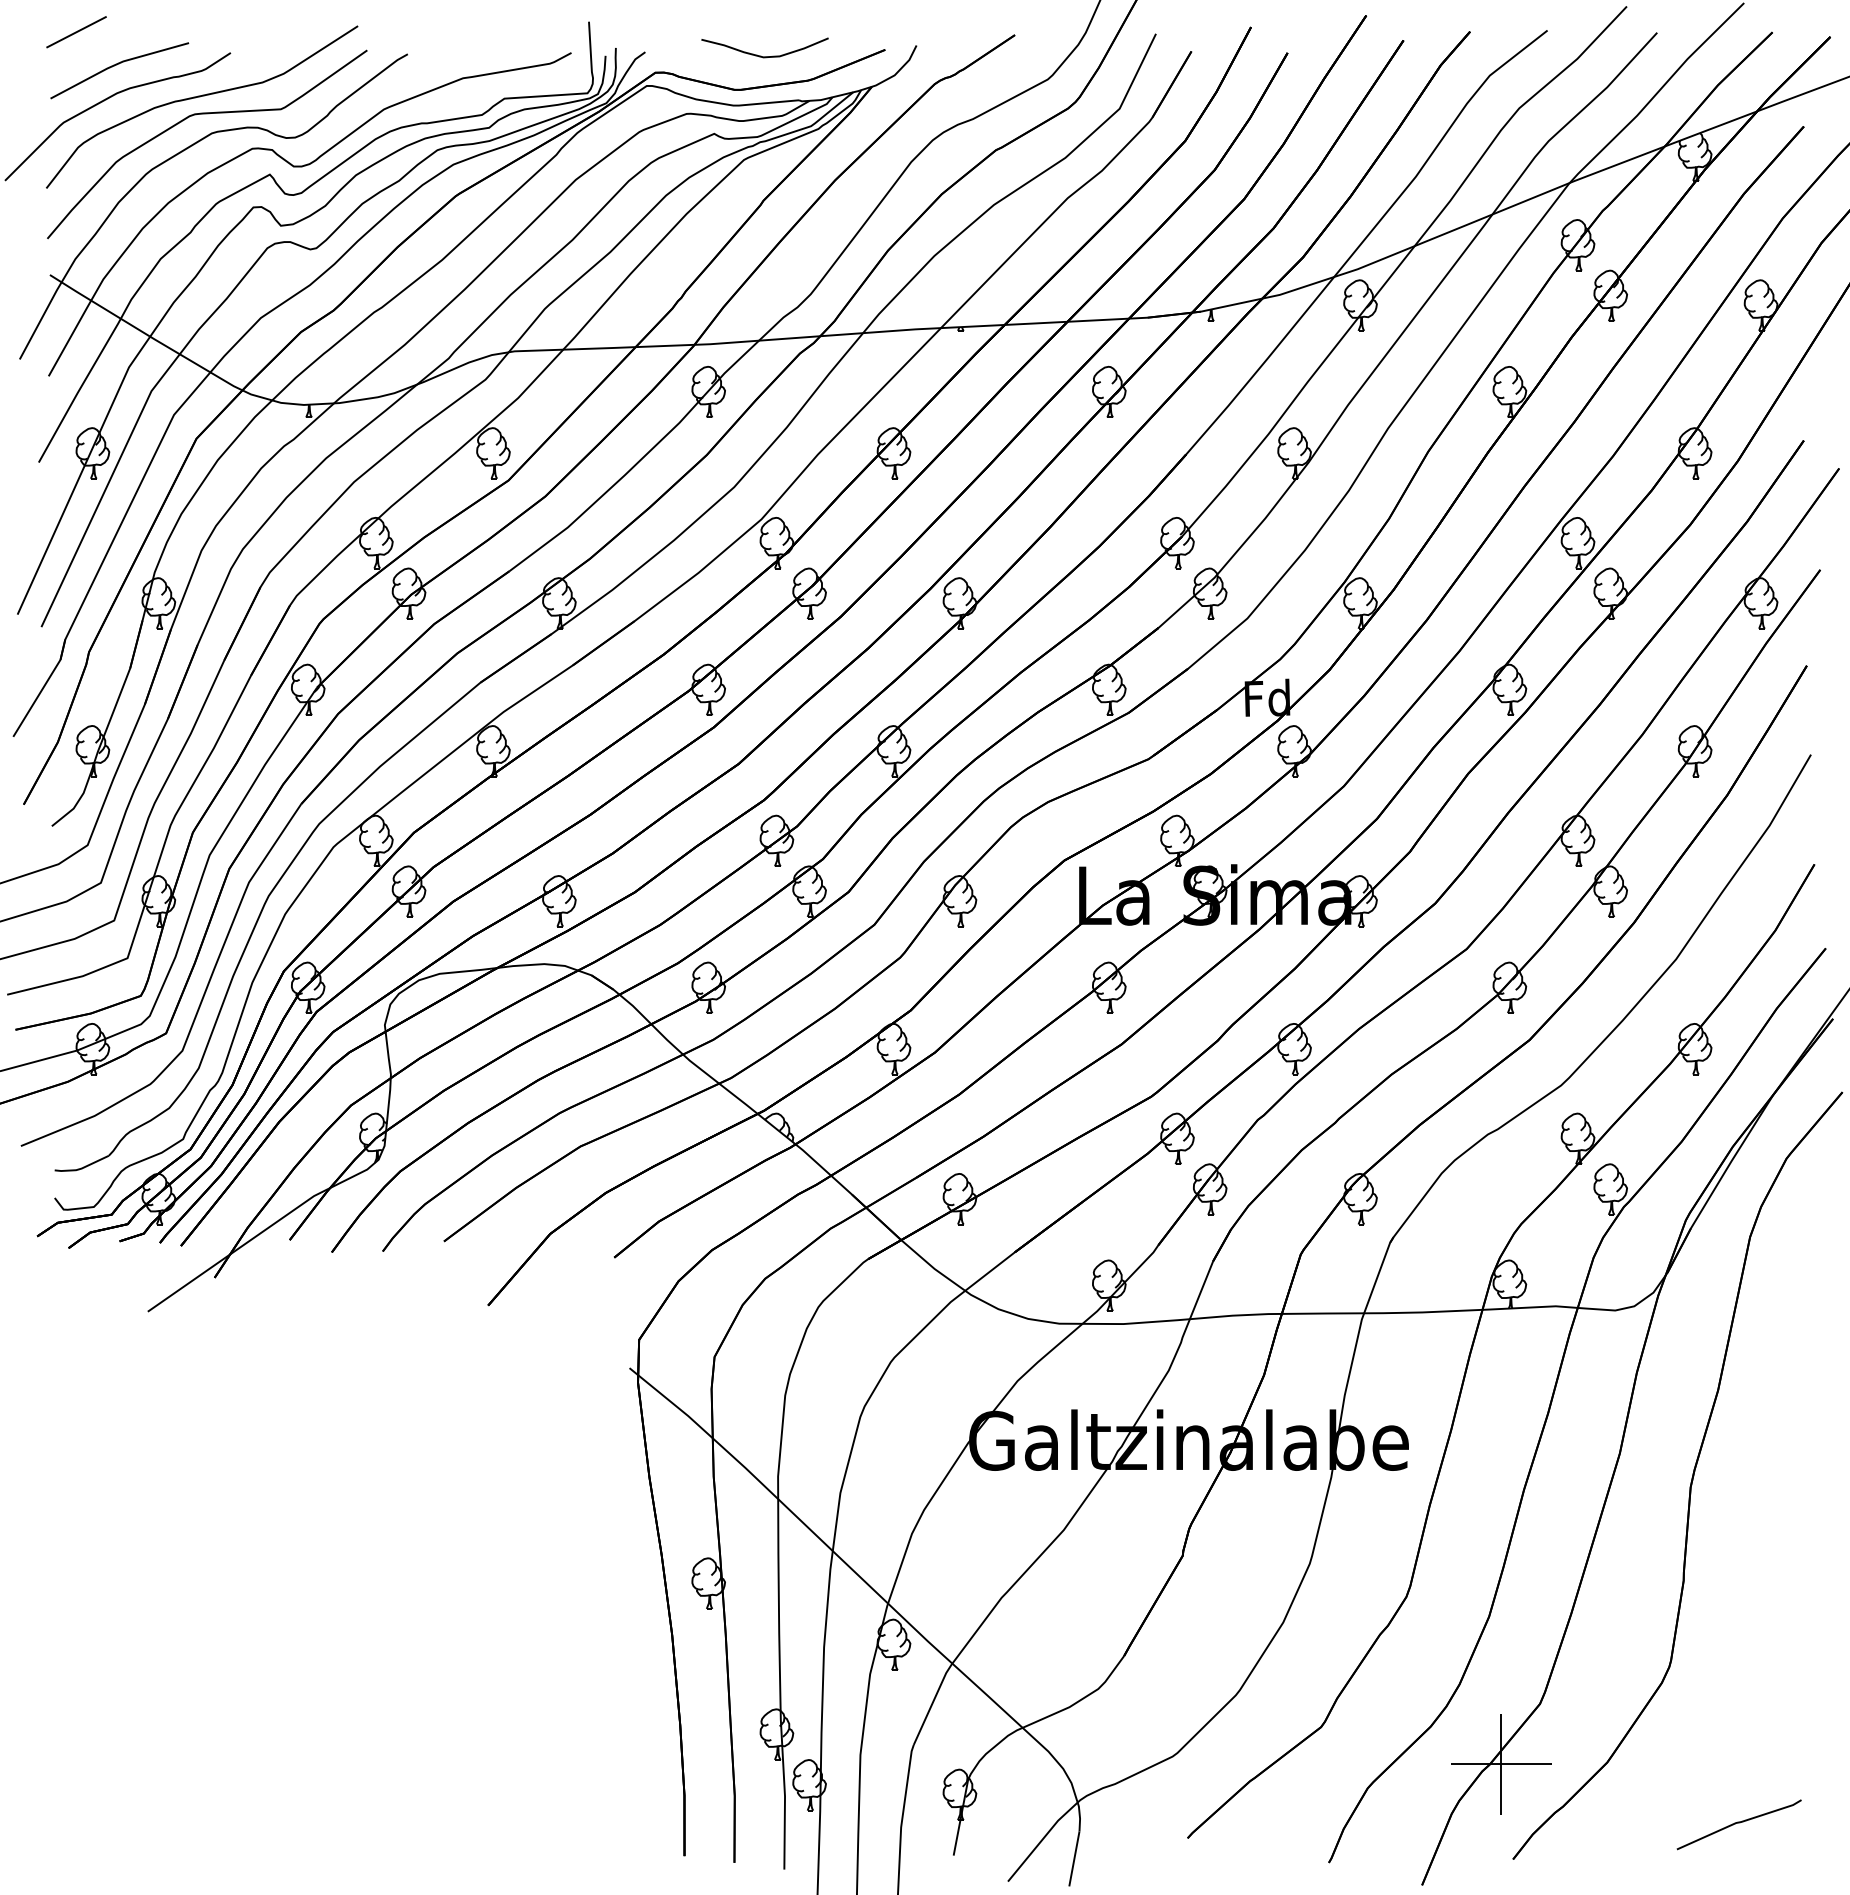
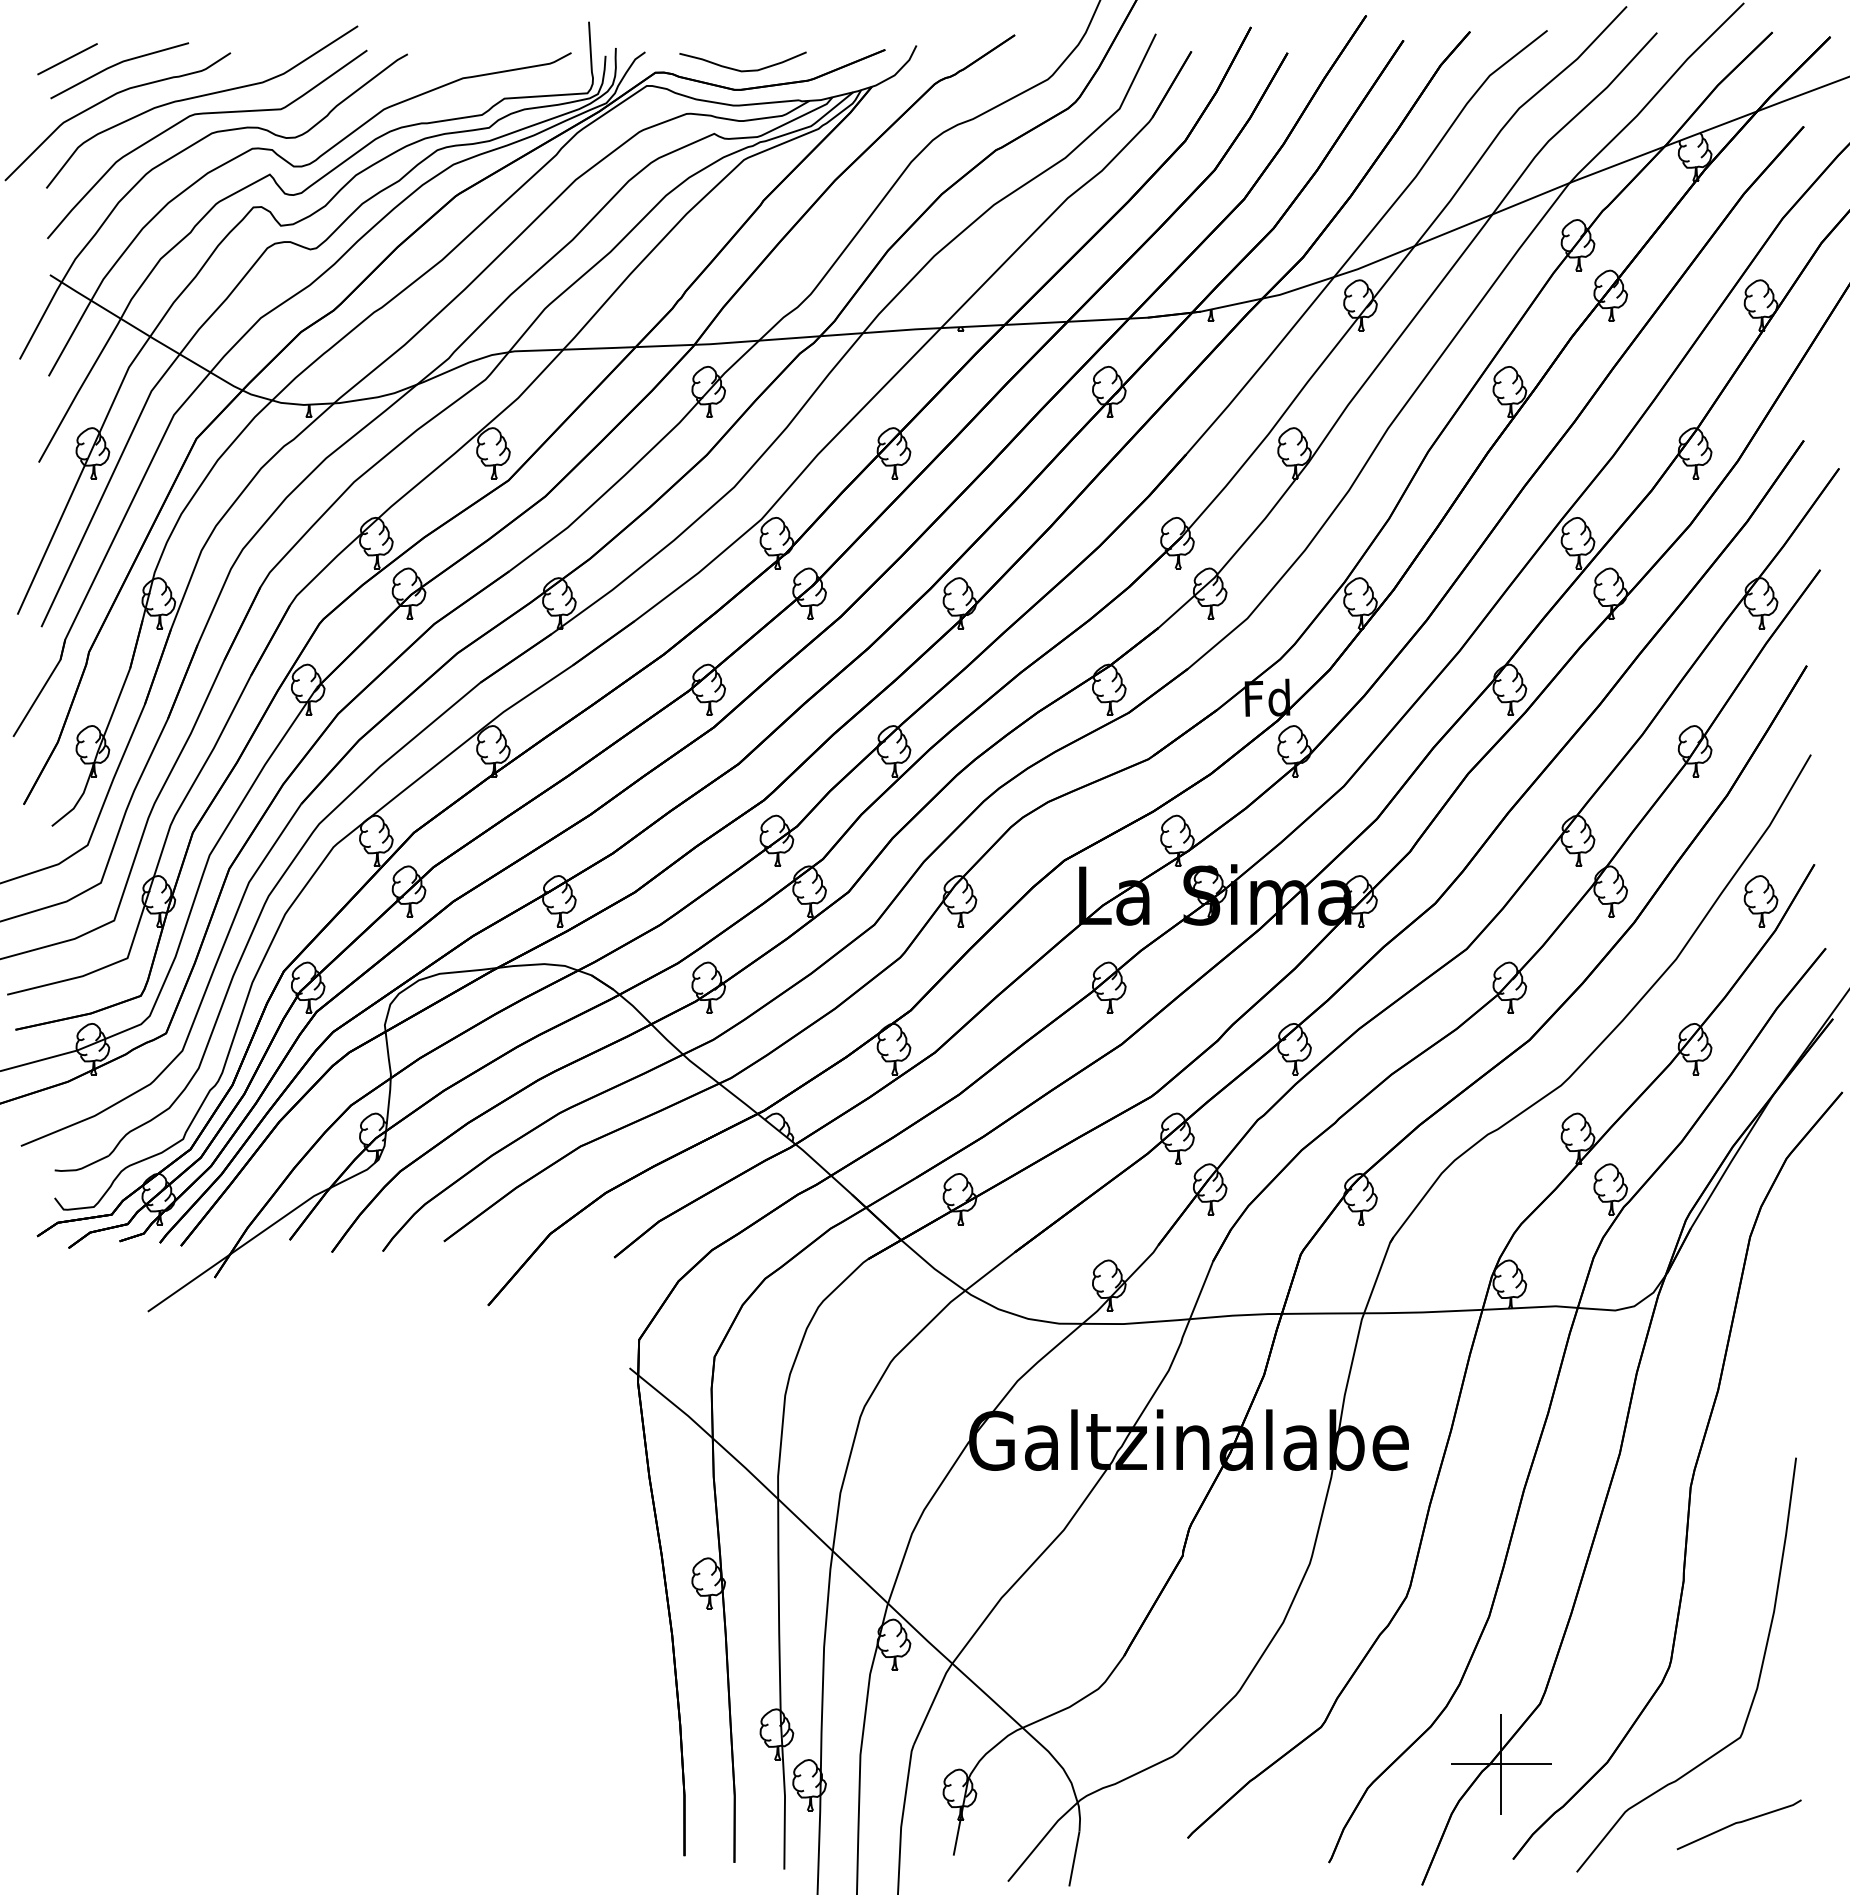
line at (76, 32) position: (76, 32) -> (67, 59)
curve at (761, 55) position: (761, 55) -> (739, 69)
part at (1760, 901): none -> present
curve at (1757, 1681): none -> present
